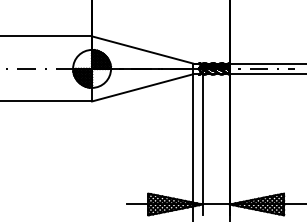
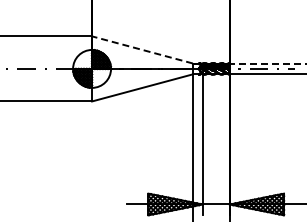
line at (142, 49): solid -> dashed
line at (267, 63): solid -> dashed
